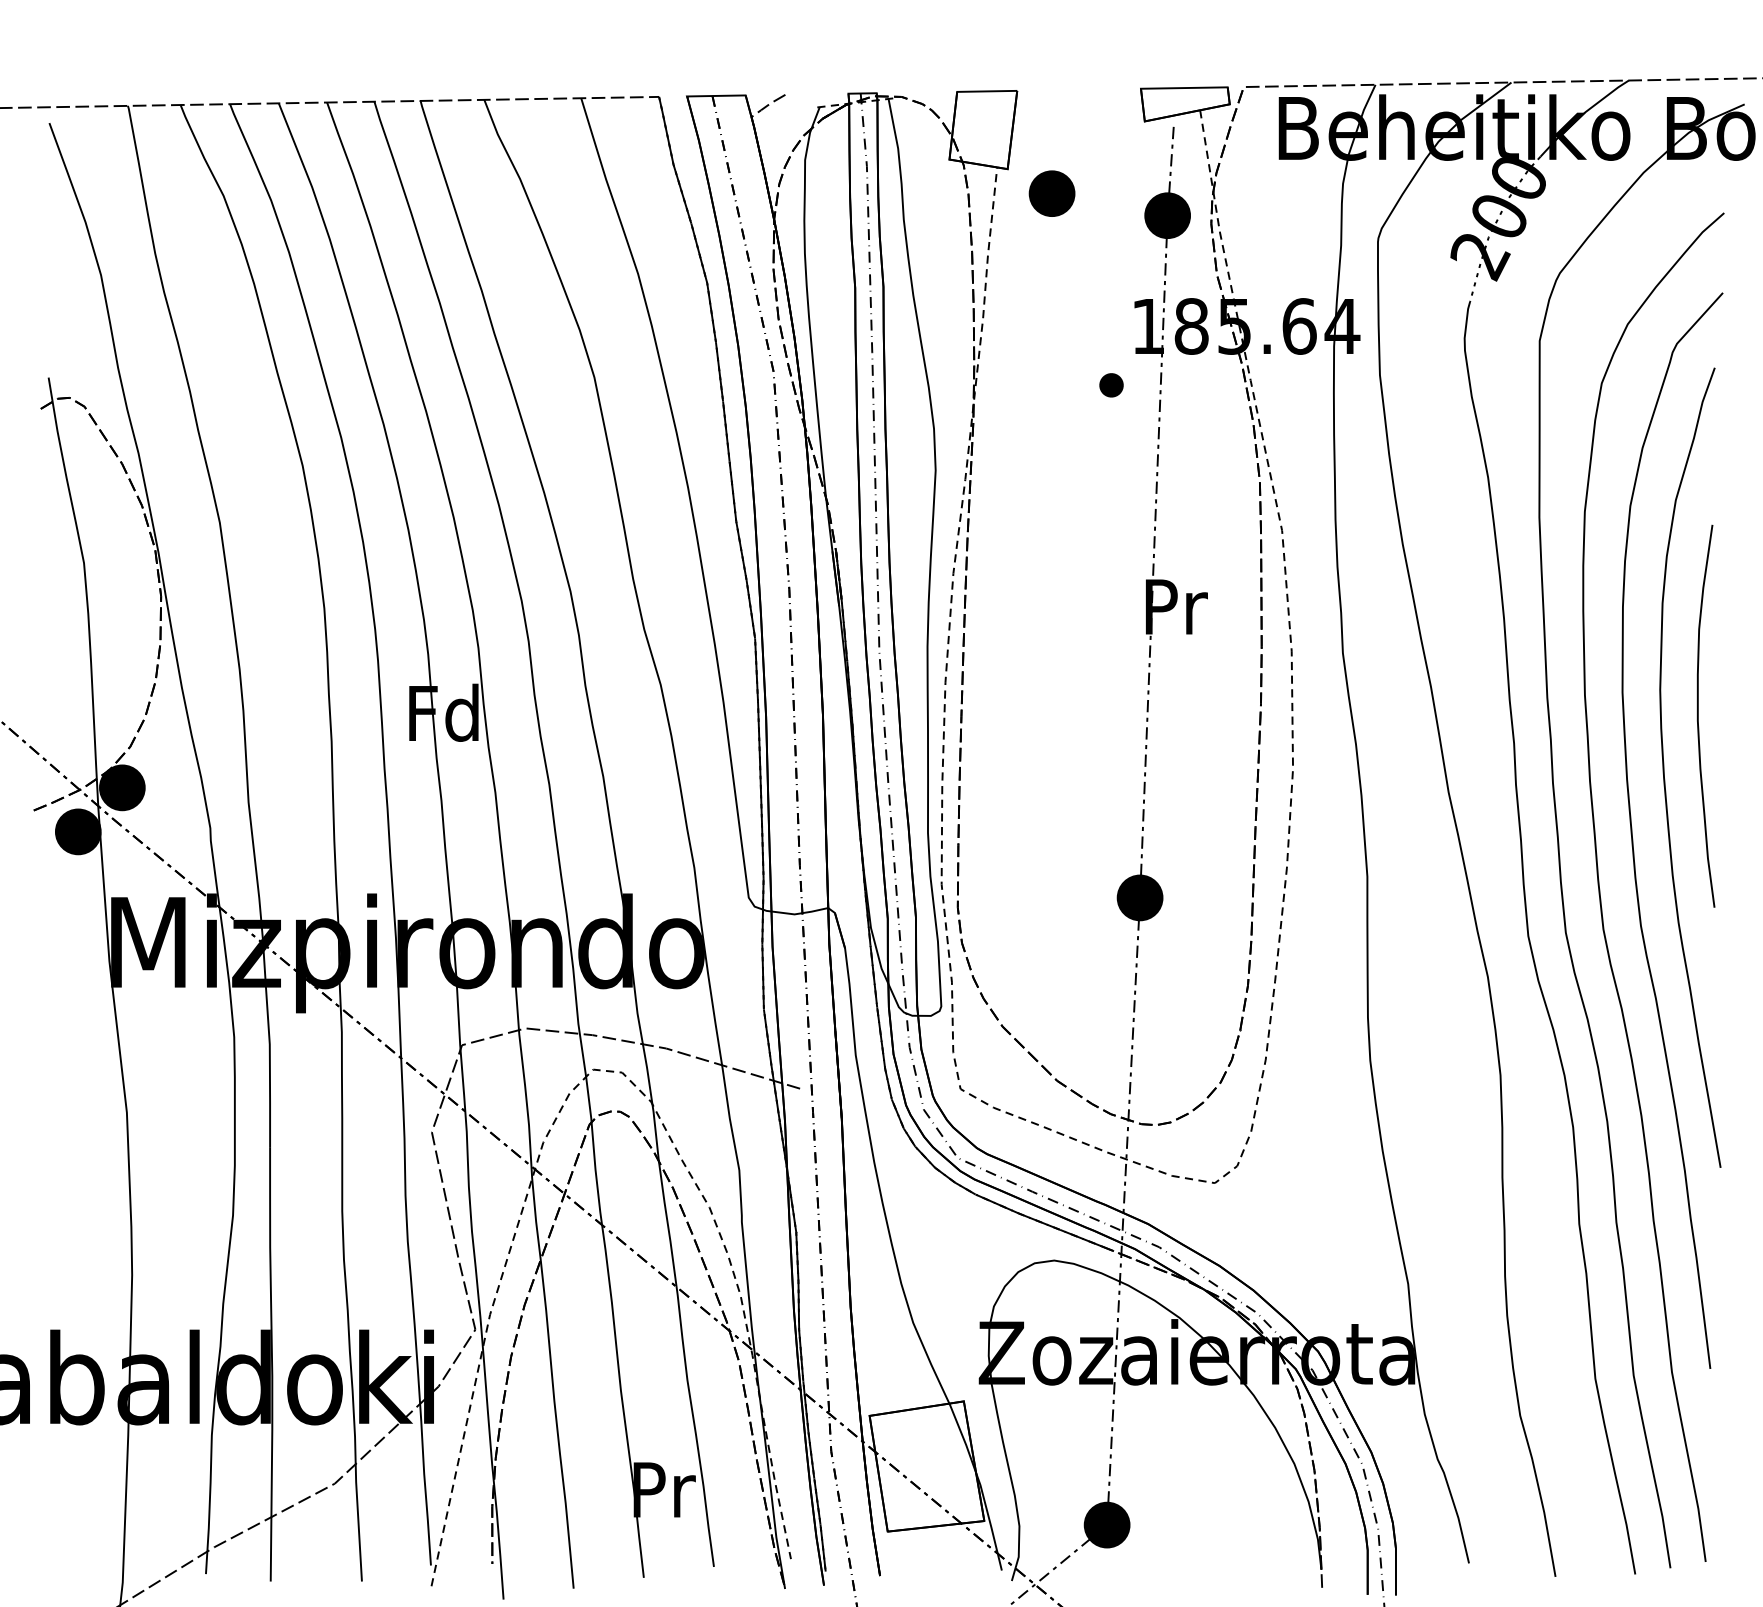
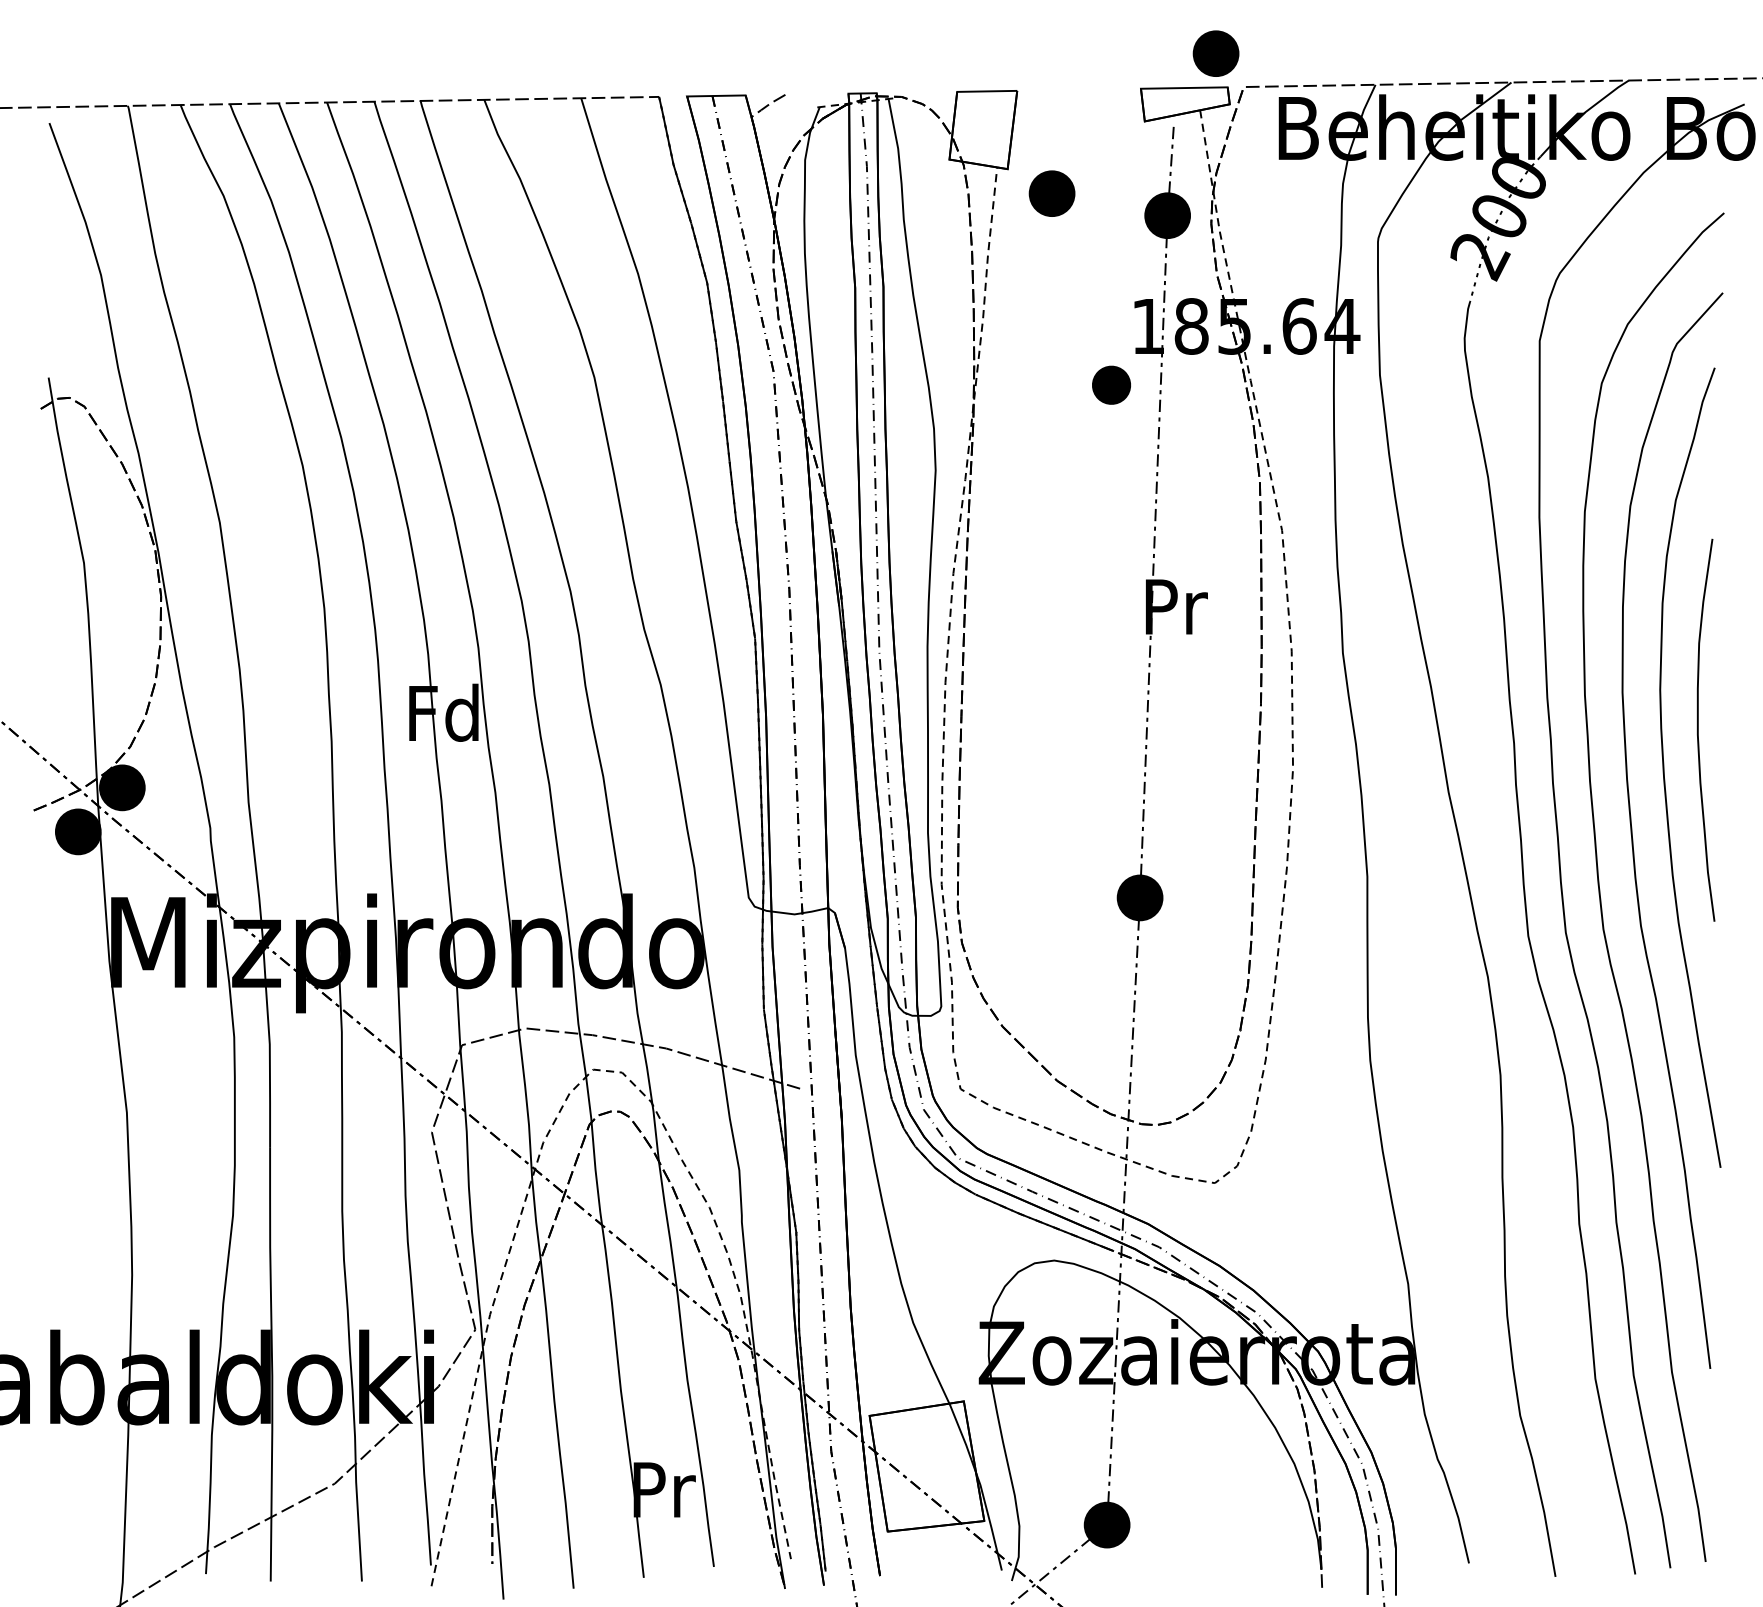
part at (1215, 53): none -> present
part at (1111, 385) size: 25x25 px -> 39x40 px
curve at (1698, 715) position: (1698, 715) -> (1698, 729)
